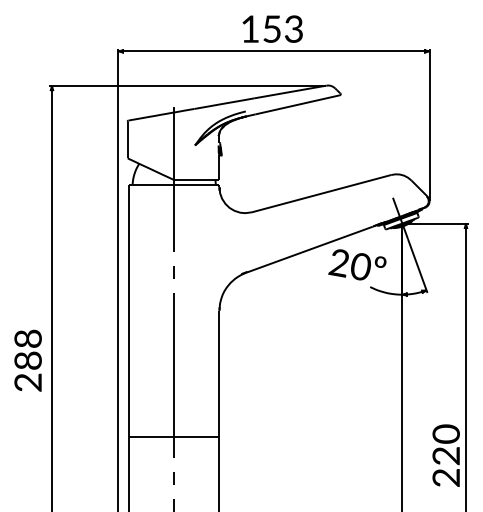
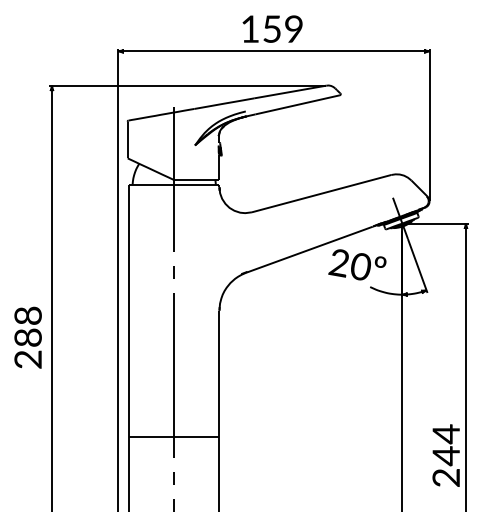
text at (293, 28): 153 -> 159
text at (27, 360) position: (27, 360) -> (27, 337)
text at (445, 445): 220 -> 244
